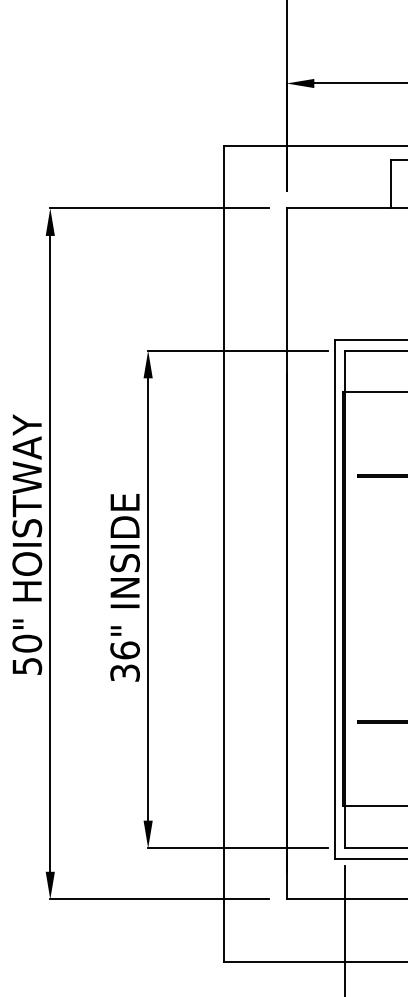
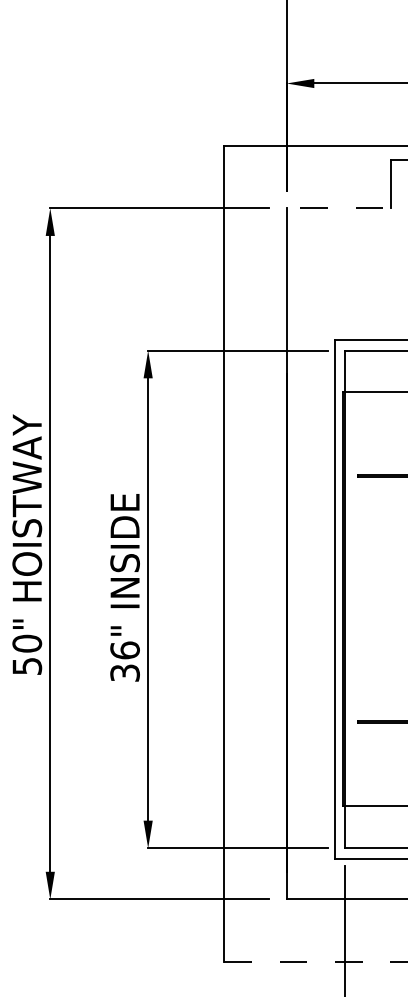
line at (346, 208): solid -> dashed
line at (316, 961): solid -> dashed
